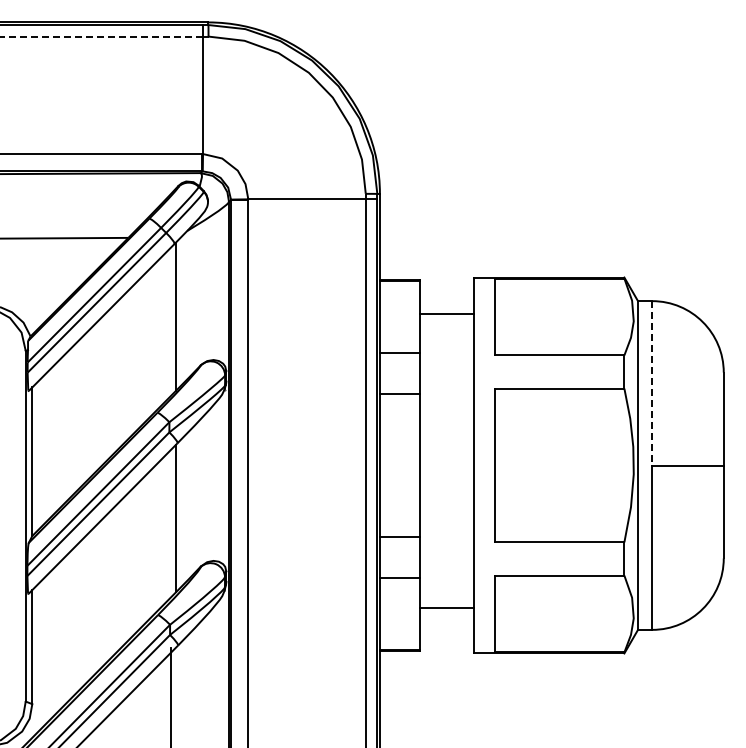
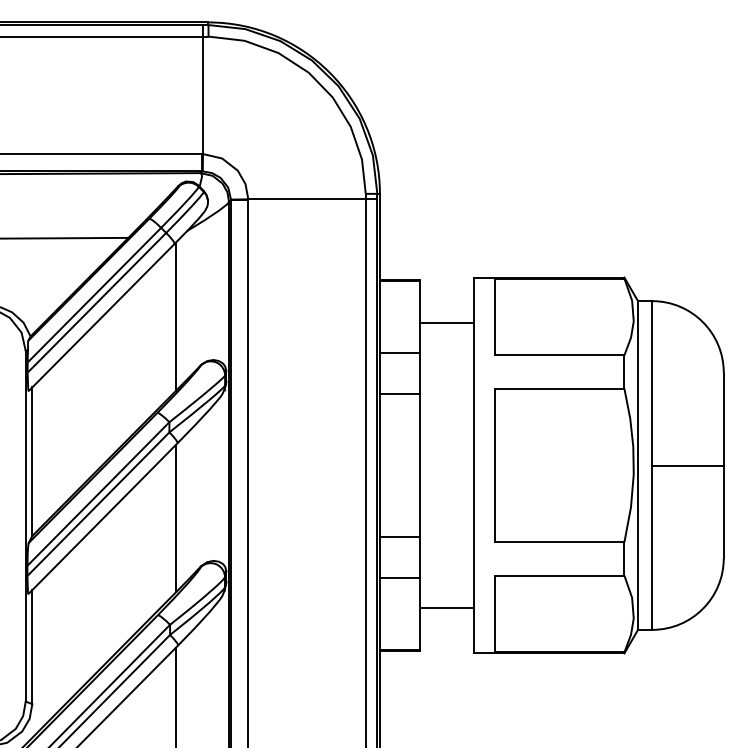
line at (101, 36): dashed -> solid
line at (446, 313) position: (446, 313) -> (446, 322)
line at (652, 383): dashed -> solid
line at (170, 695) position: (170, 695) -> (175, 695)
